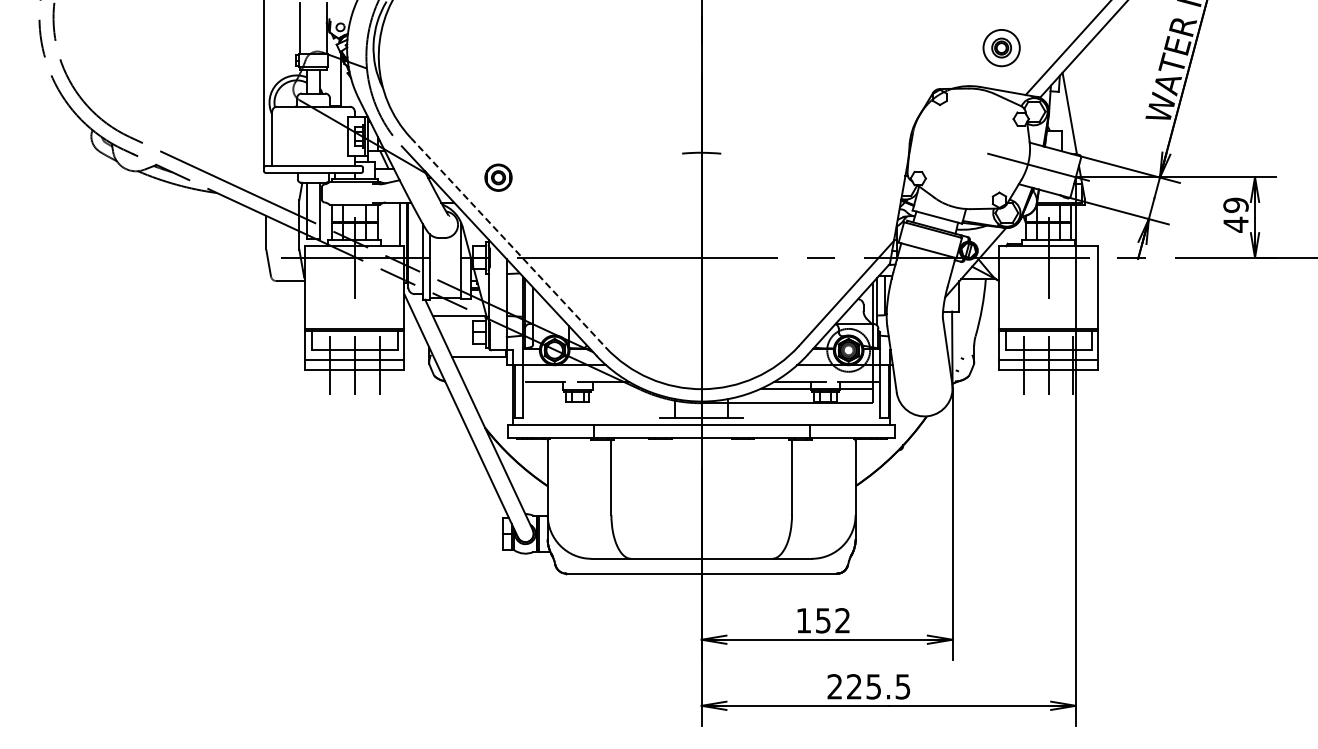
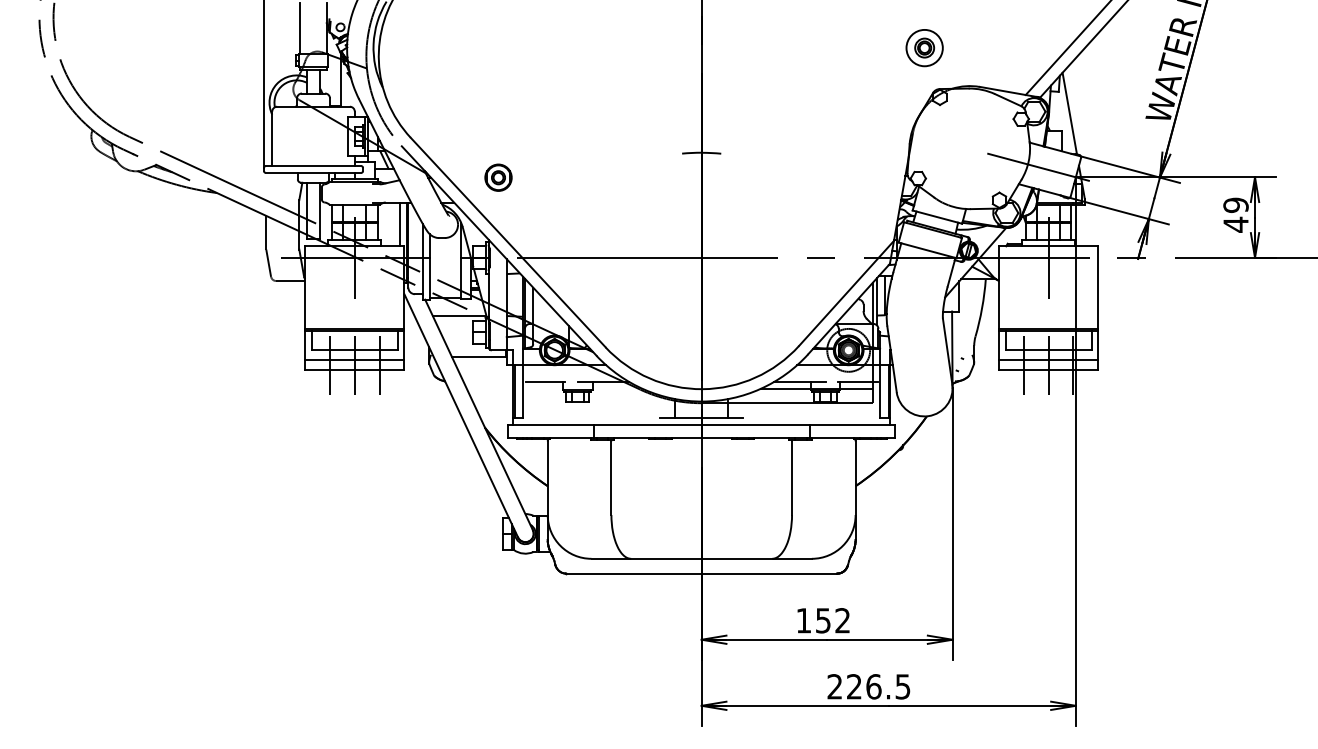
part at (1001, 48) position: (1001, 48) -> (924, 48)
line at (508, 242): dashed -> solid
text at (873, 686): 225.5 -> 226.5
